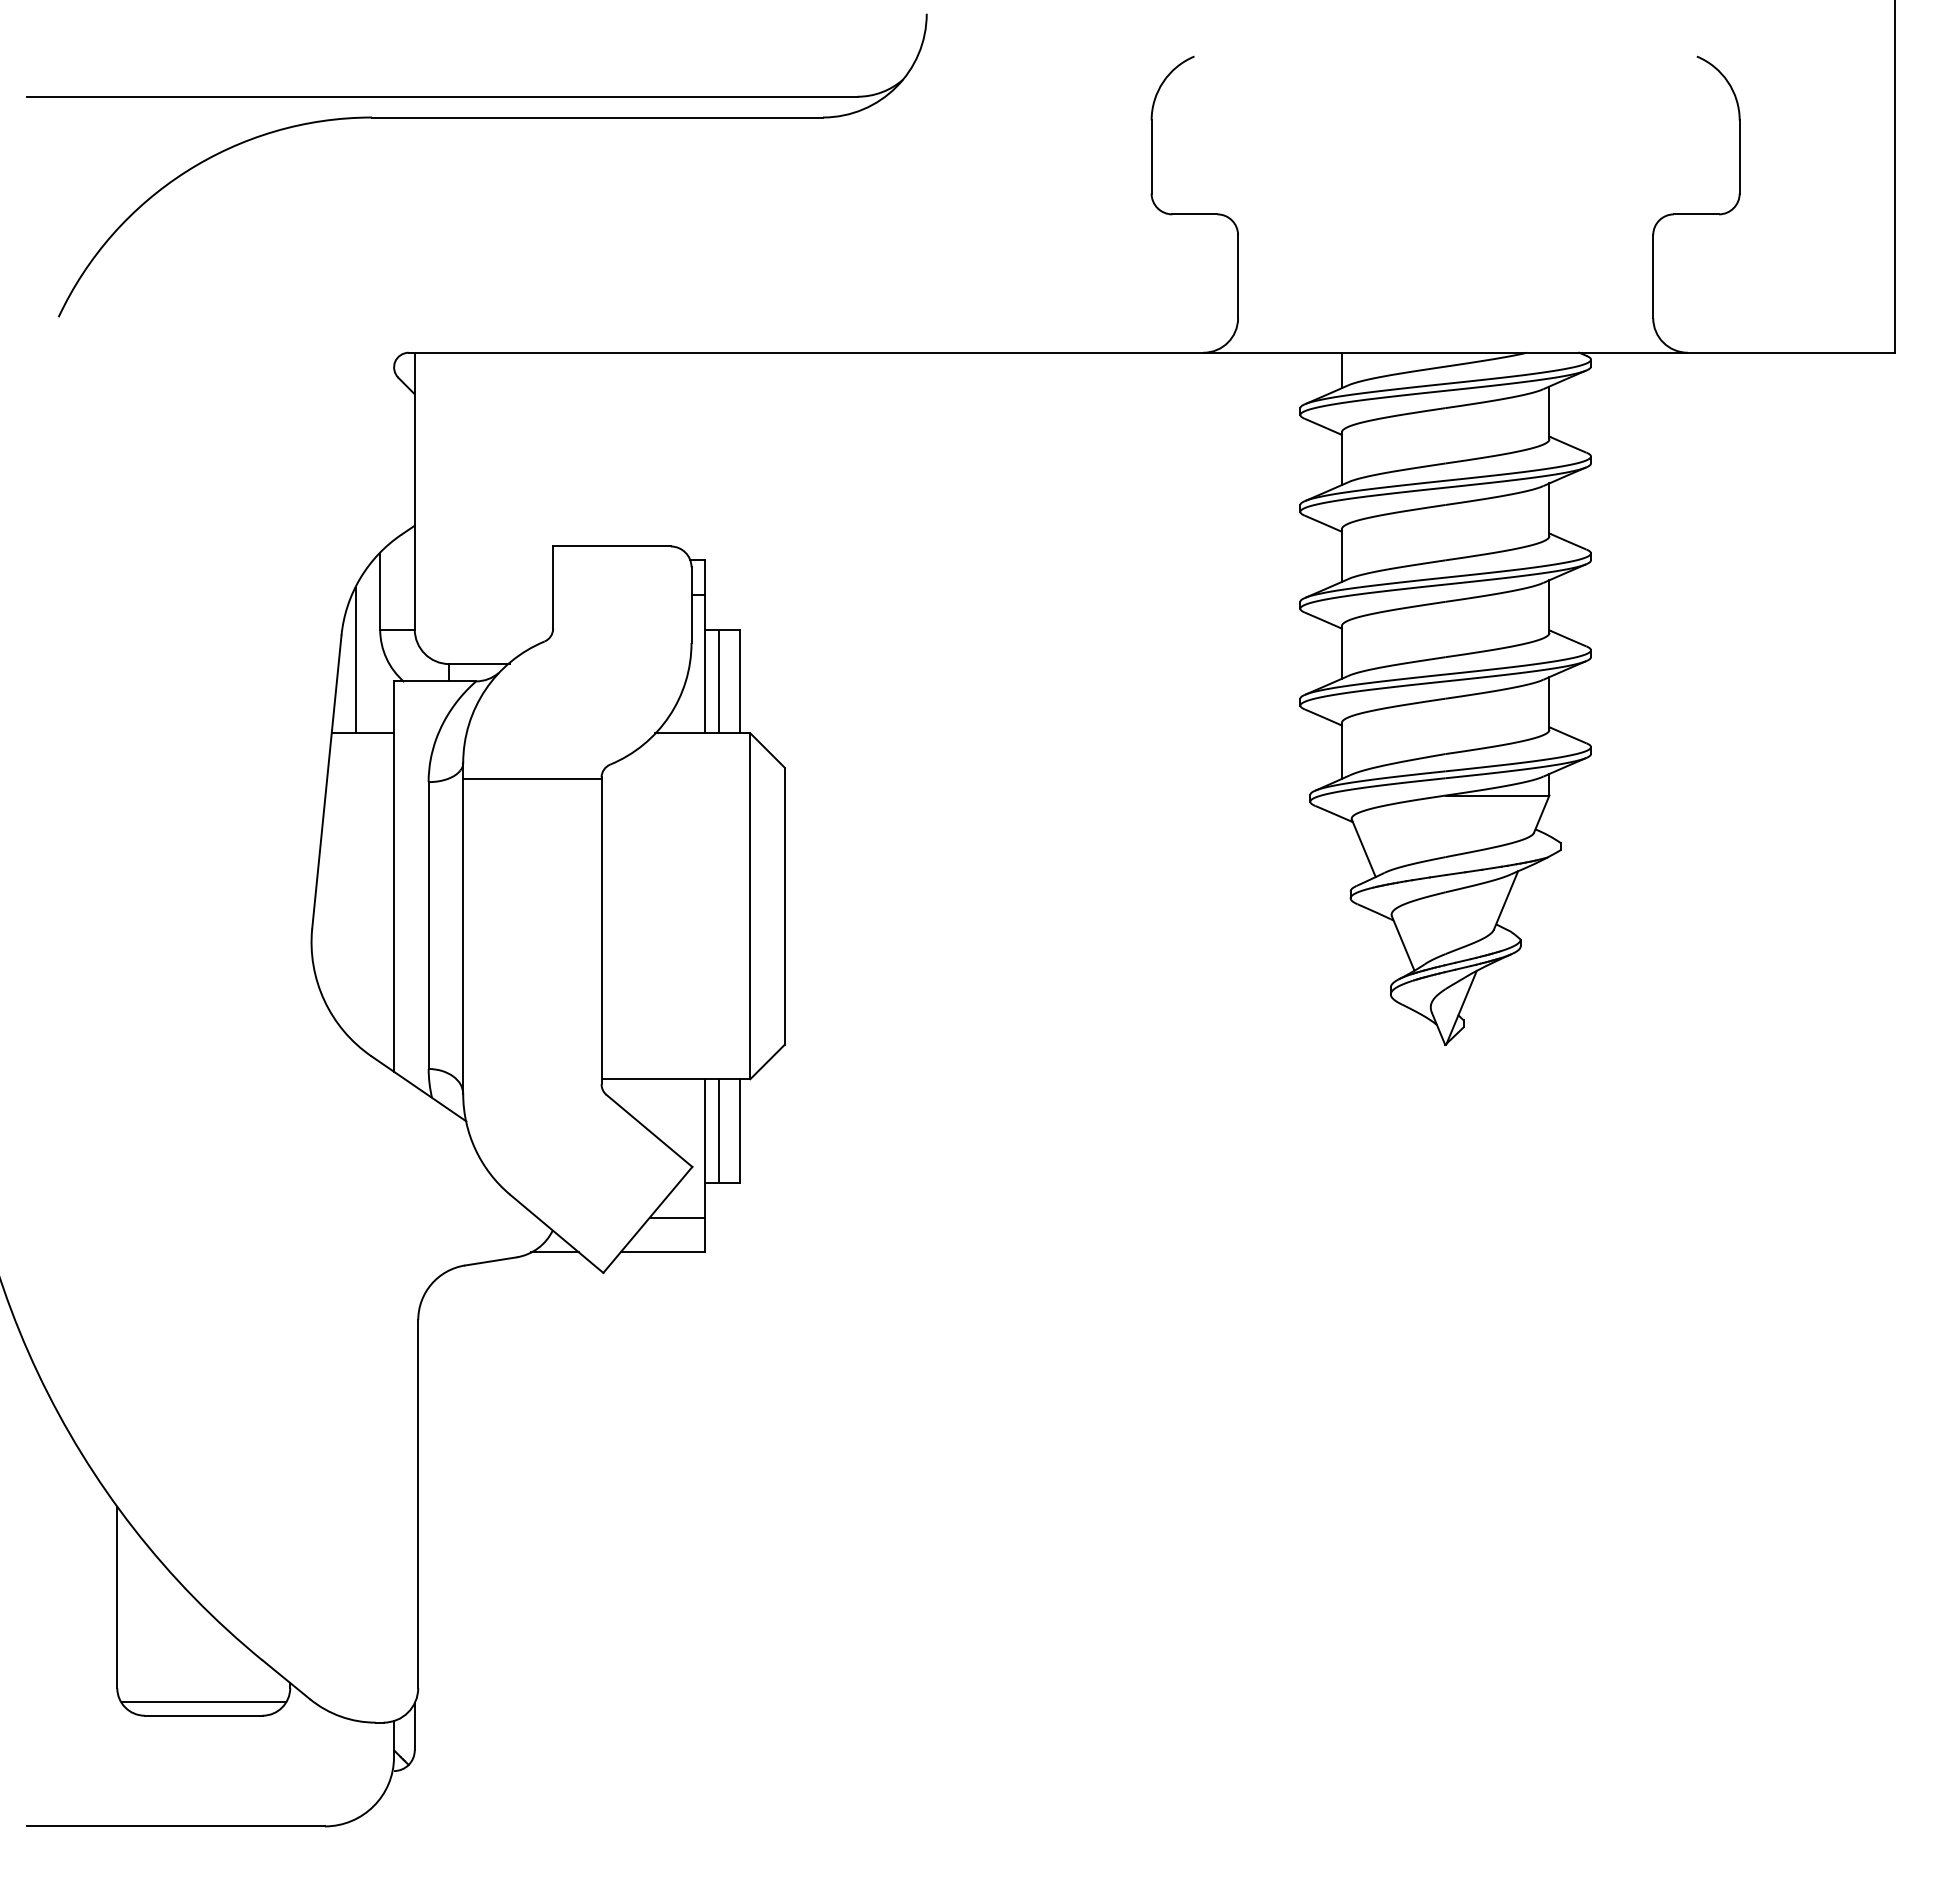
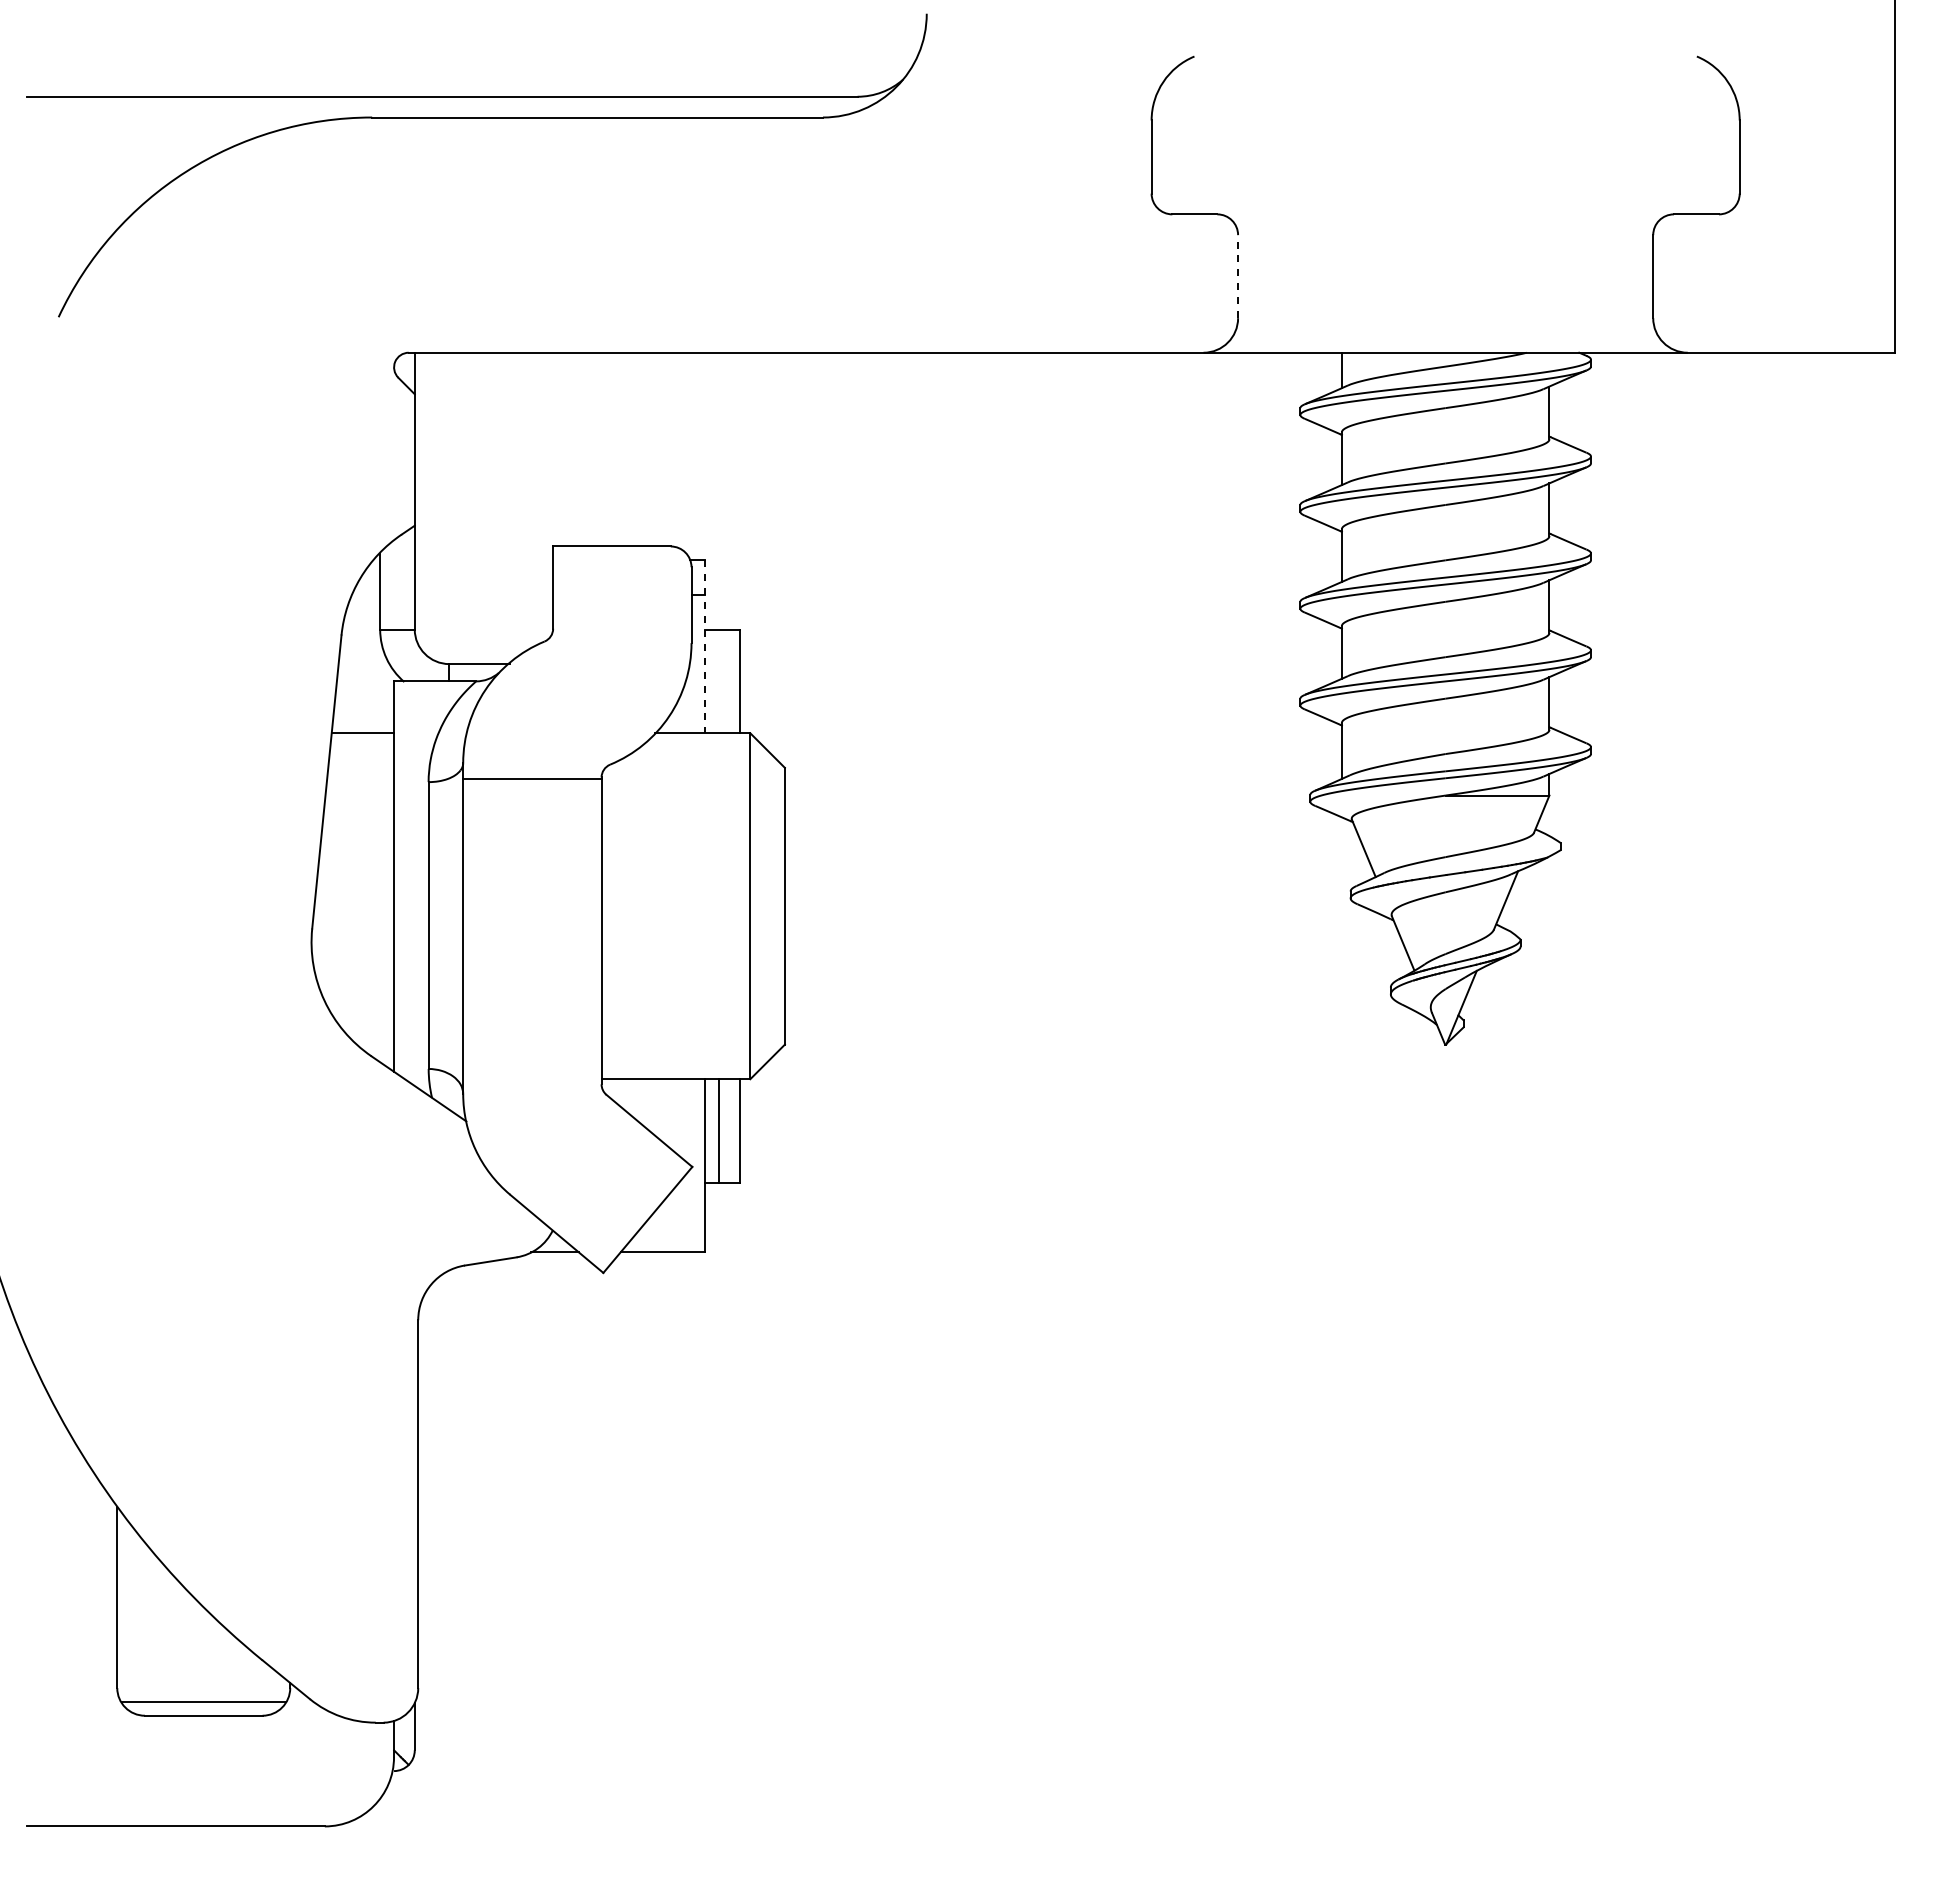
line at (1238, 276): solid -> dashed
line at (705, 647): solid -> dashed
line at (356, 660): present -> none
line at (719, 681): present -> none
line at (677, 1217): present -> none
